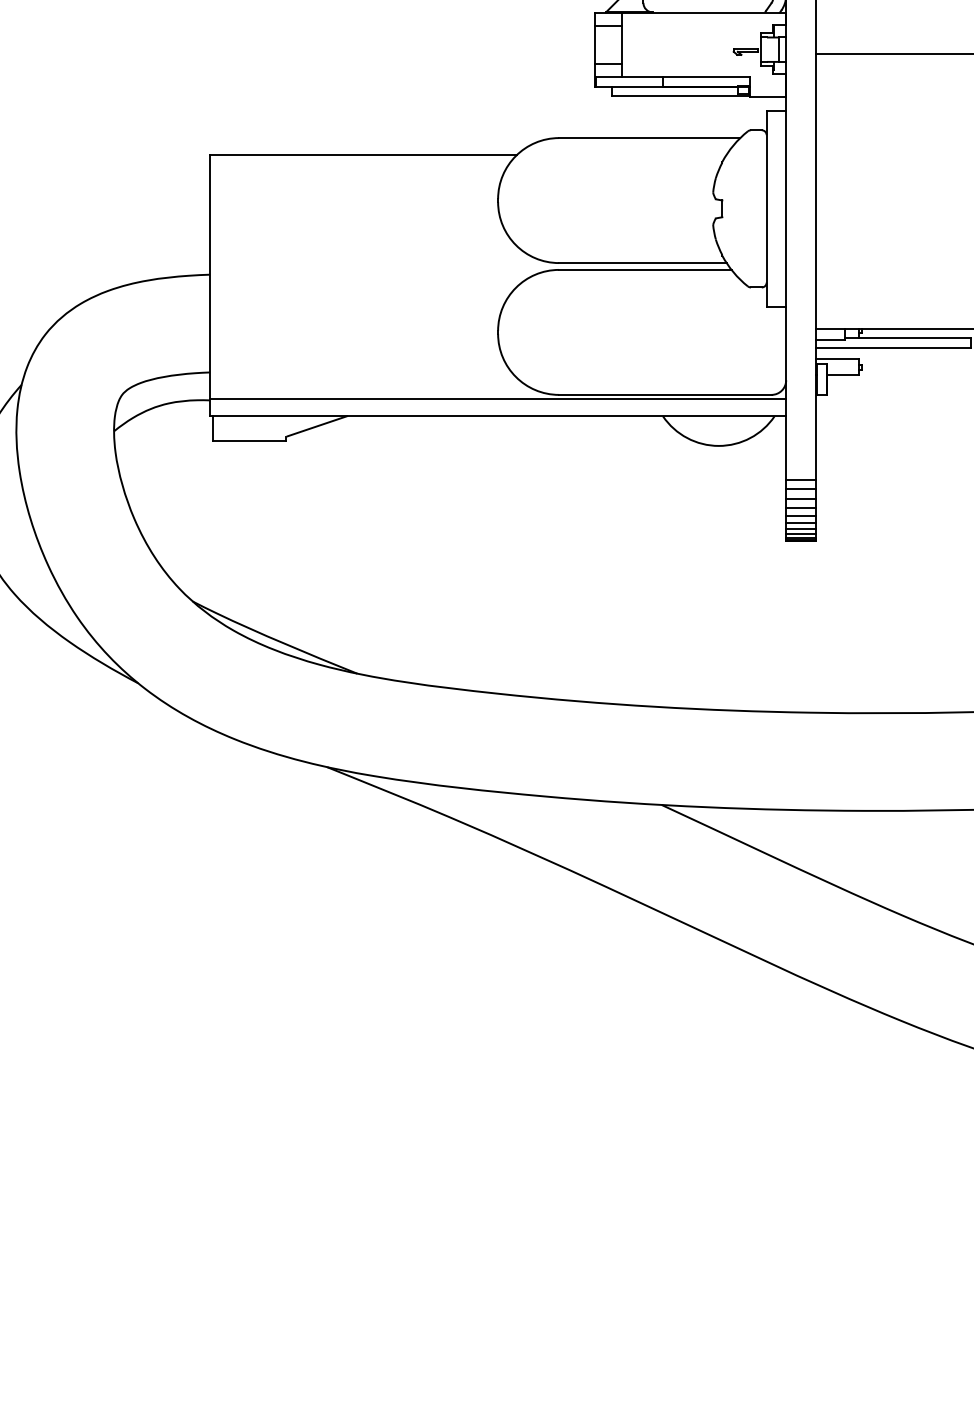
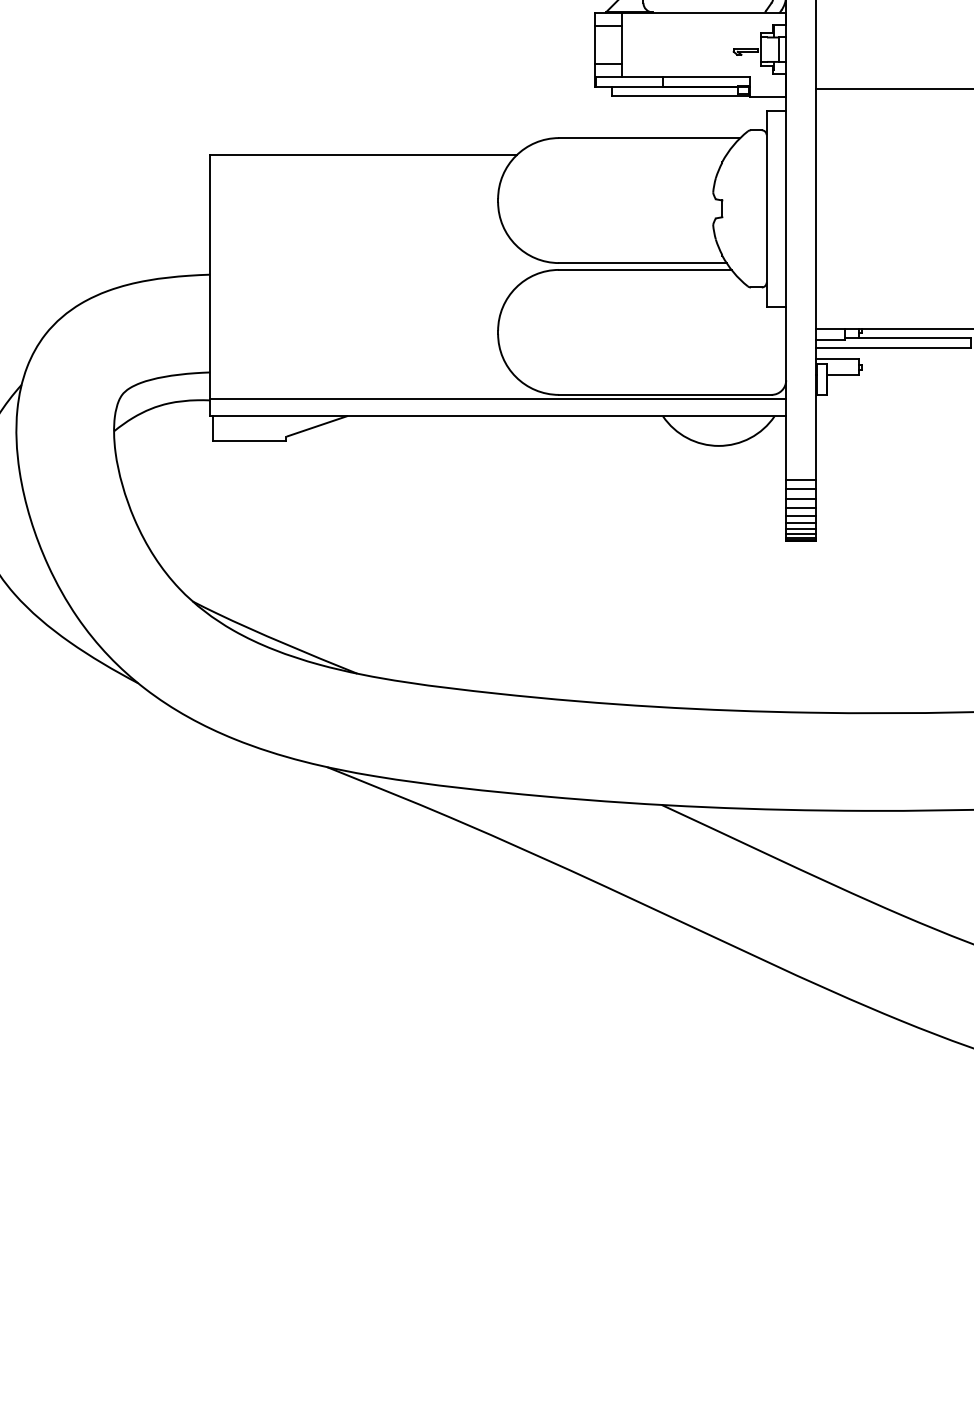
line at (893, 54) position: (893, 54) -> (893, 89)
